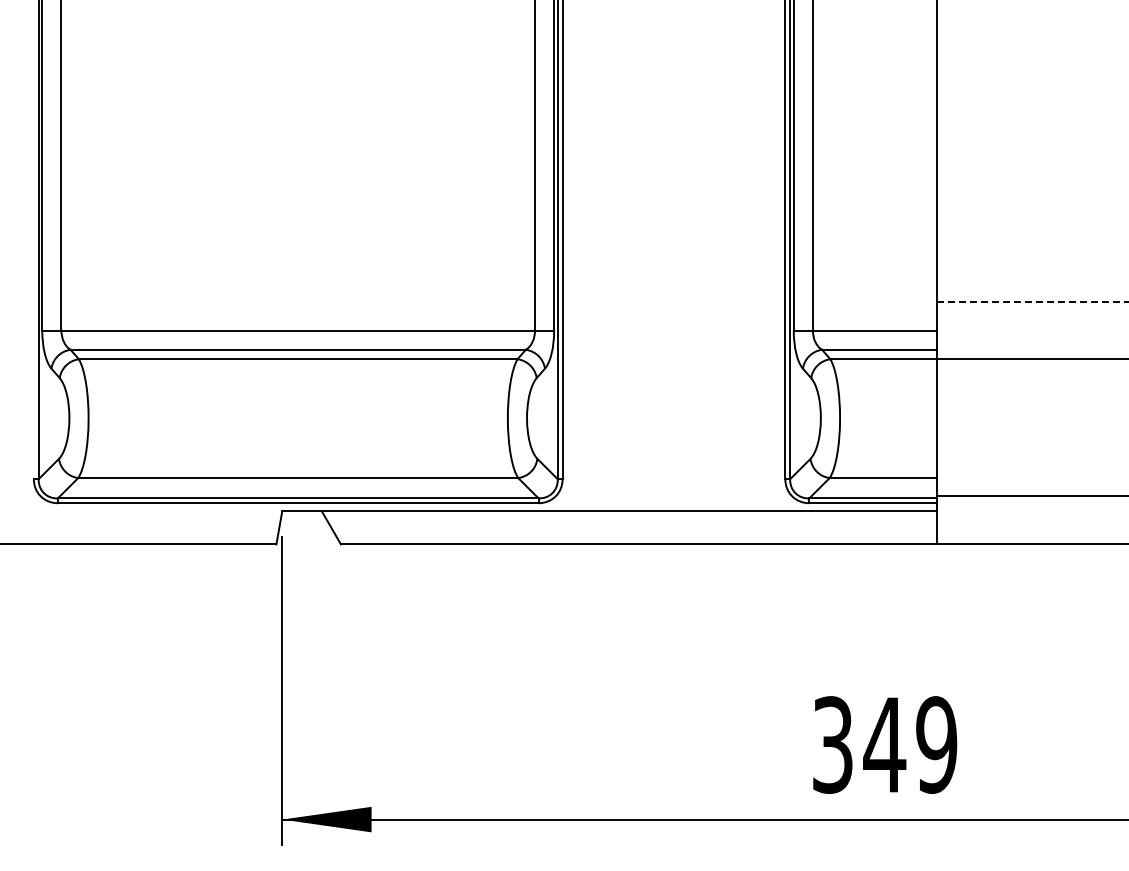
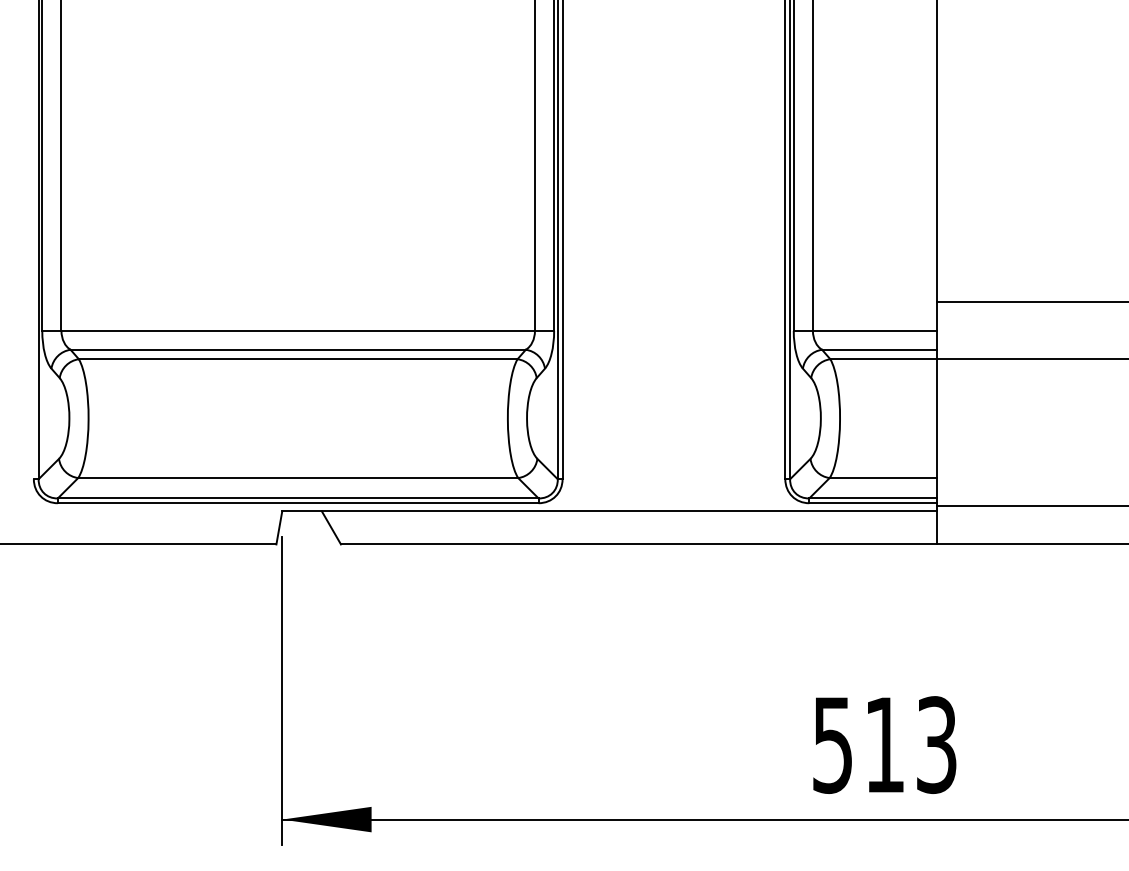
line at (1032, 302): dashed -> solid
line at (1030, 496) position: (1030, 496) -> (1030, 506)
text at (885, 744): 349 -> 513
